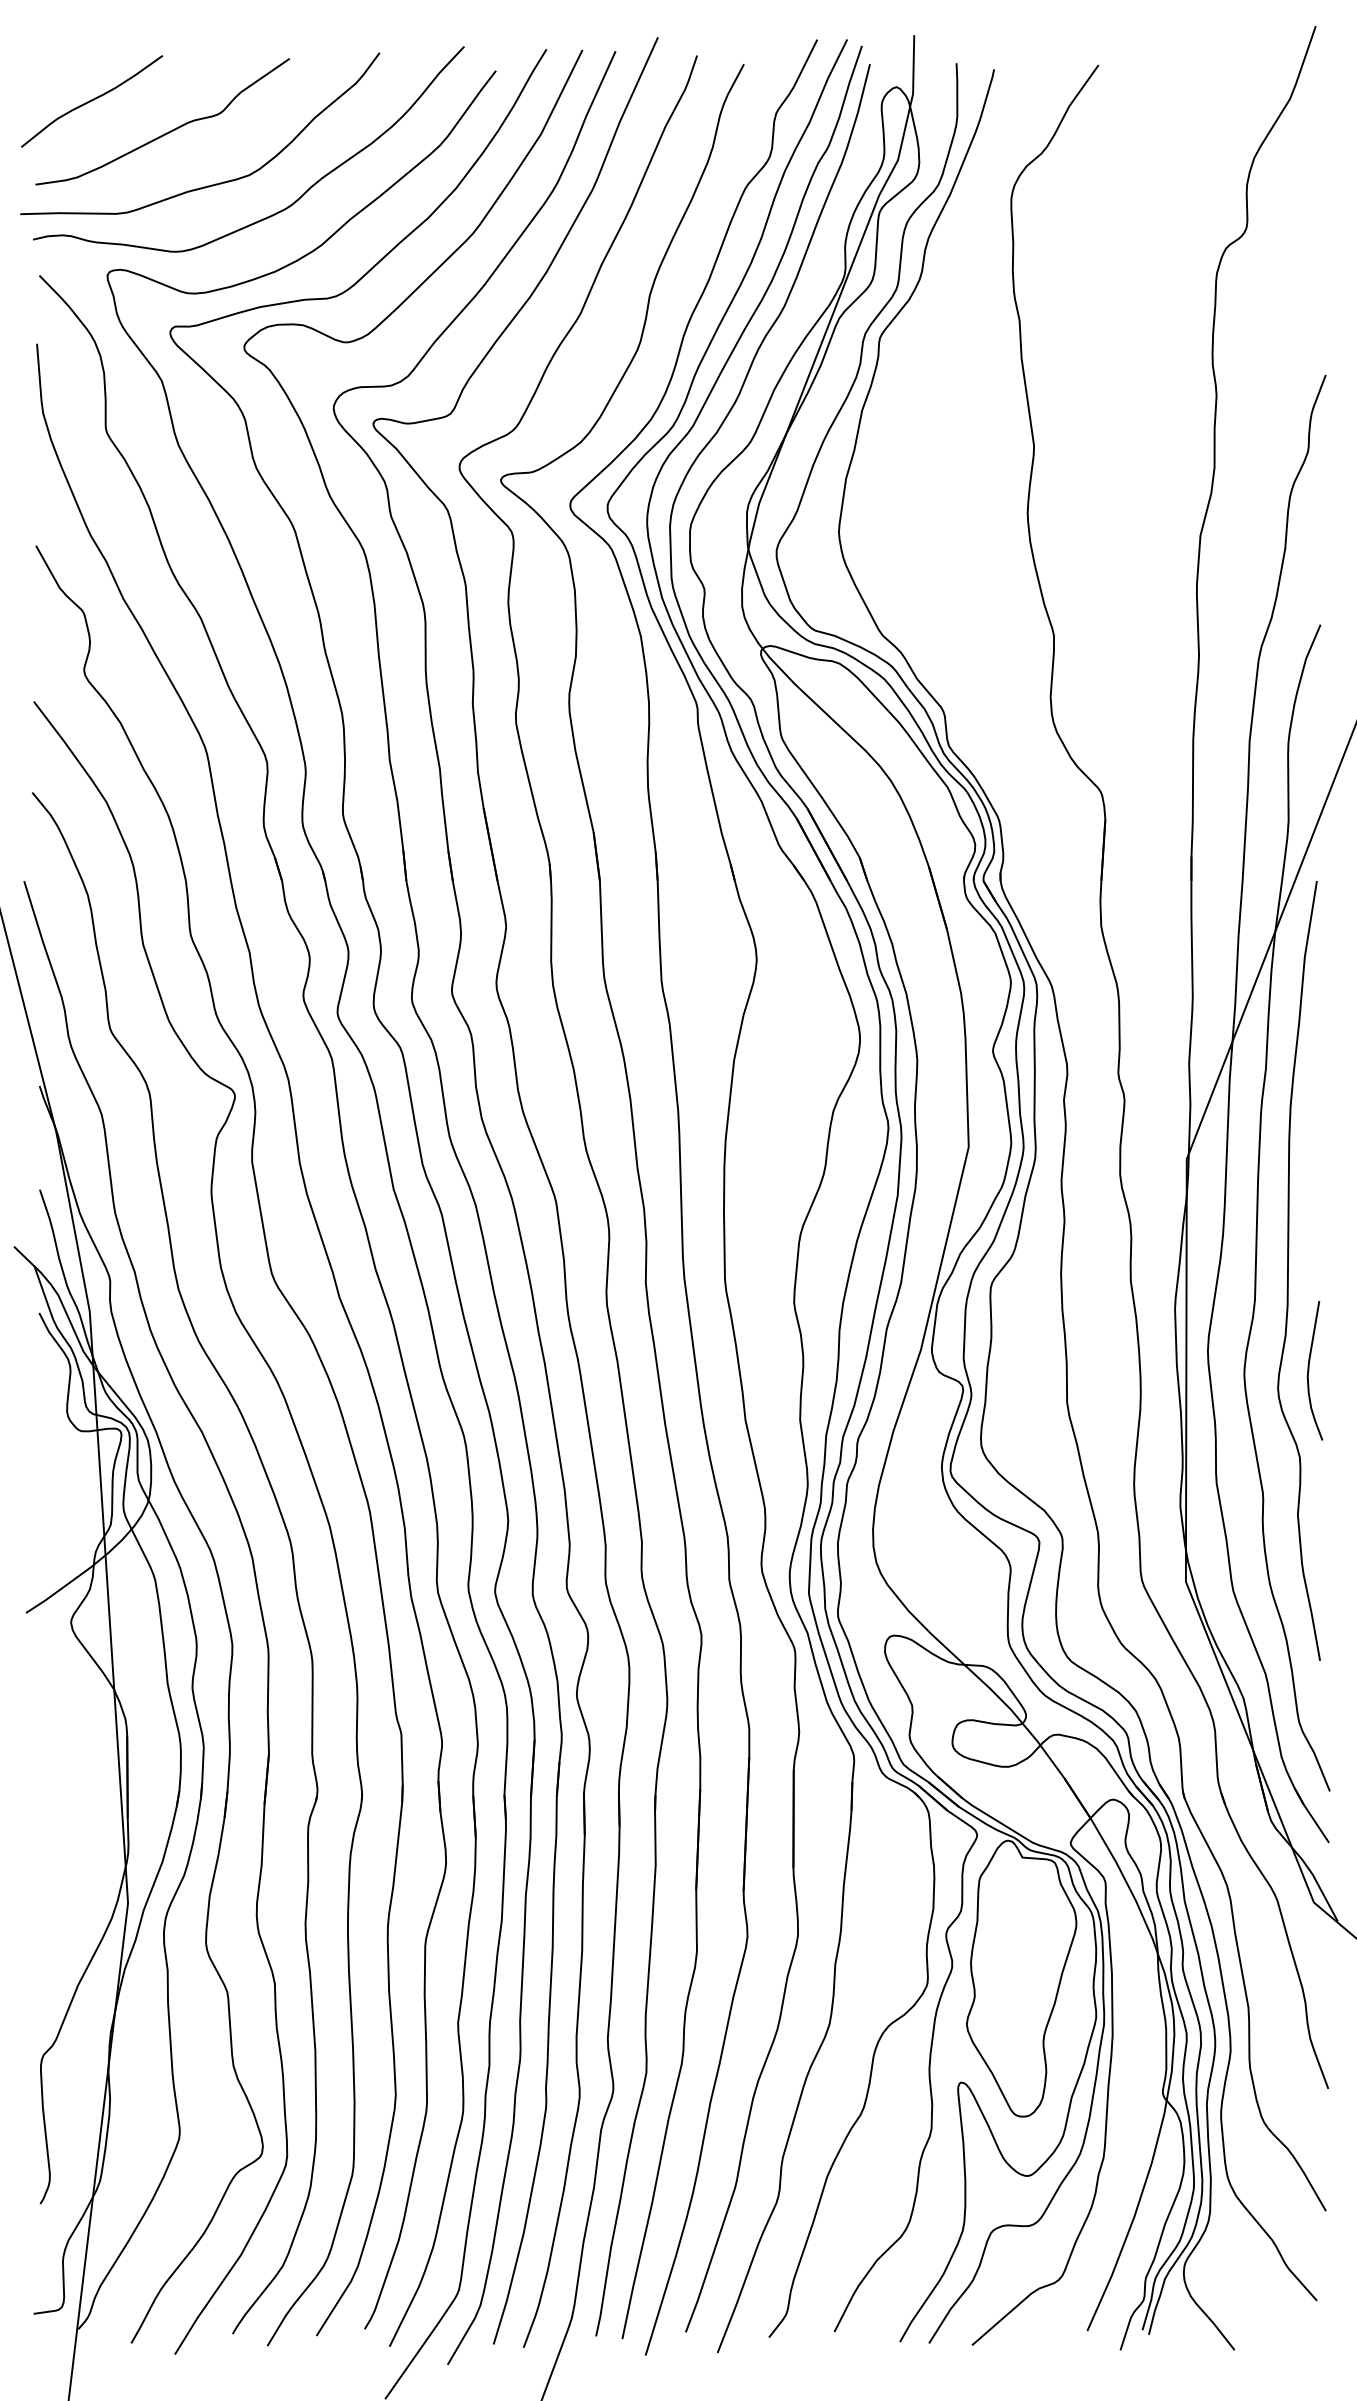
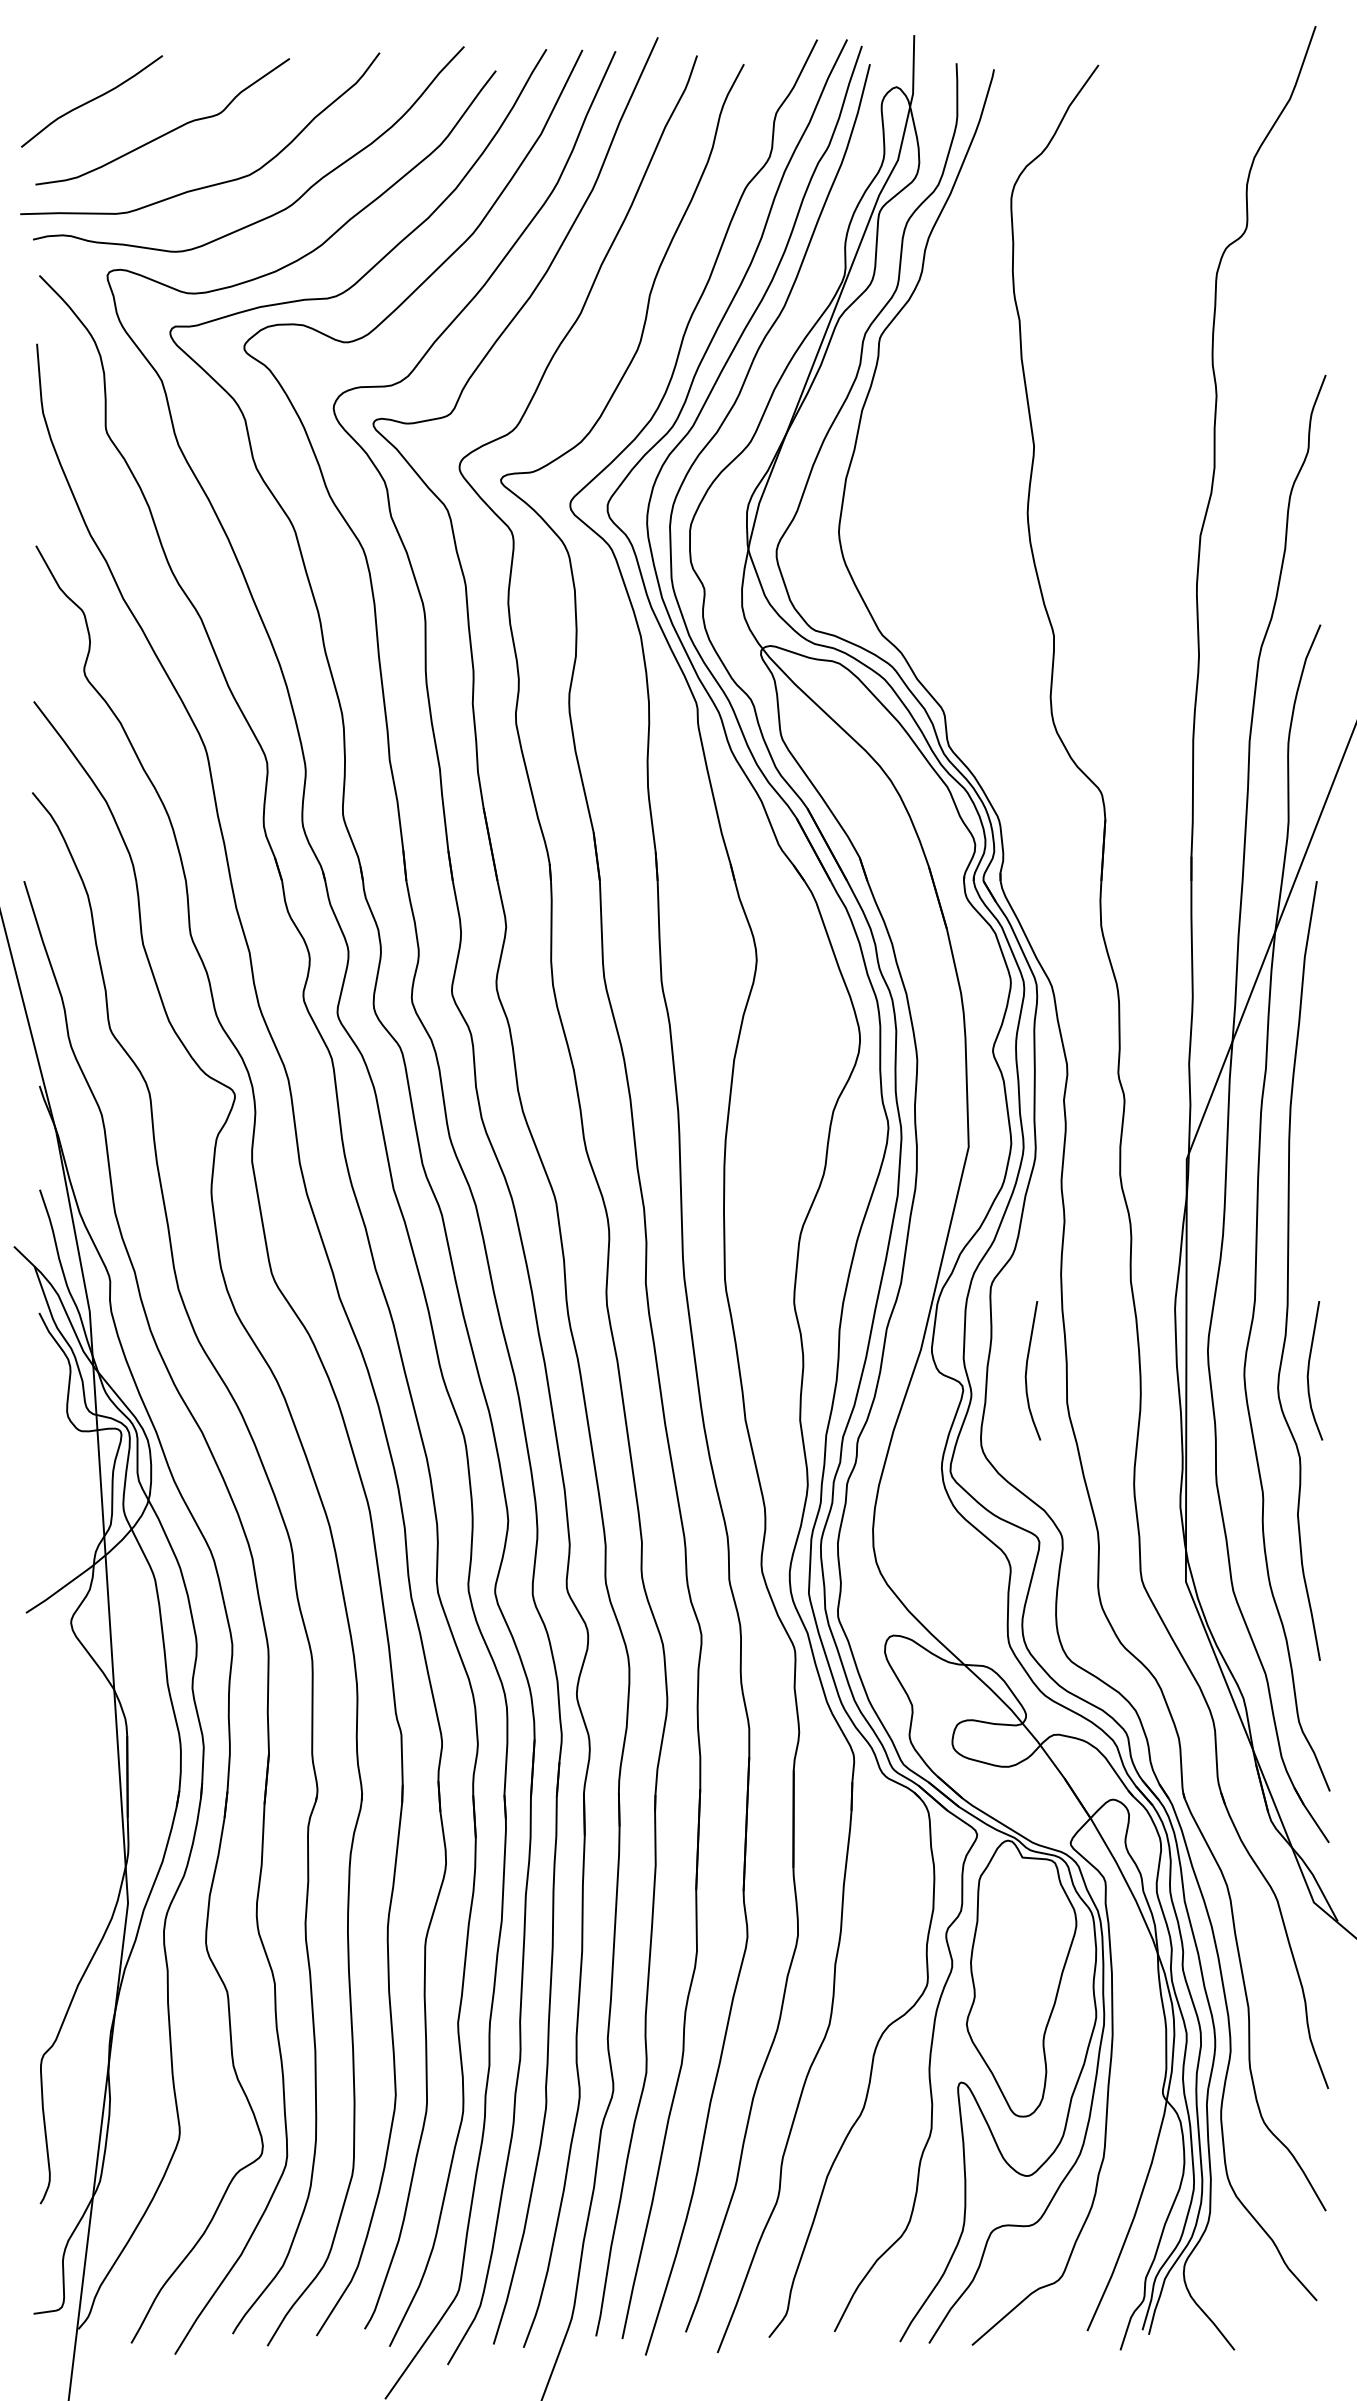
curve at (1027, 1370): none -> present
